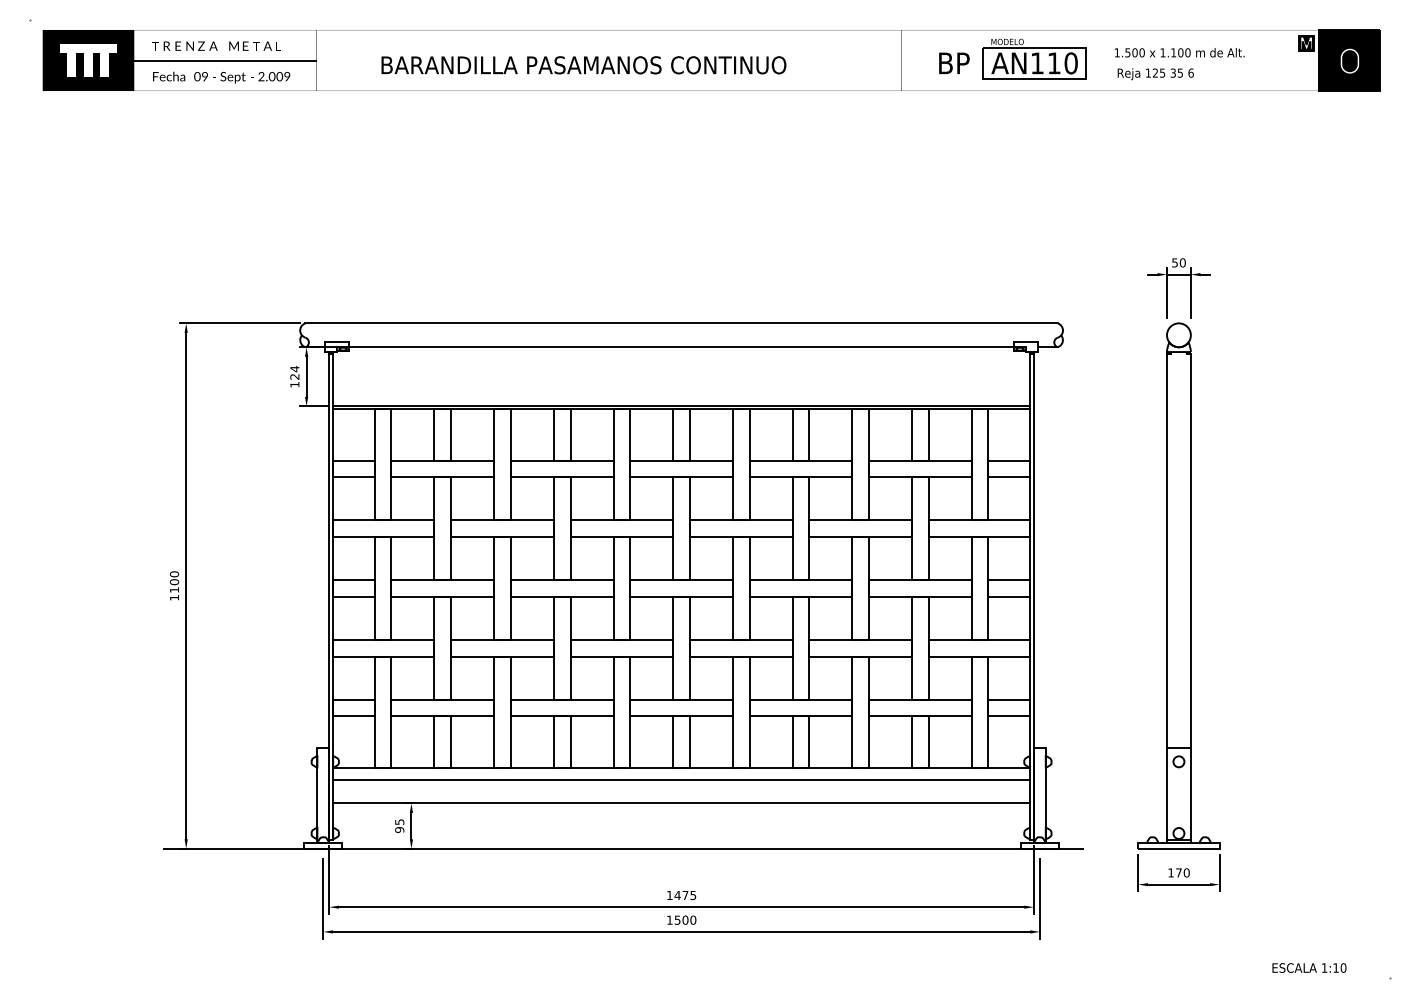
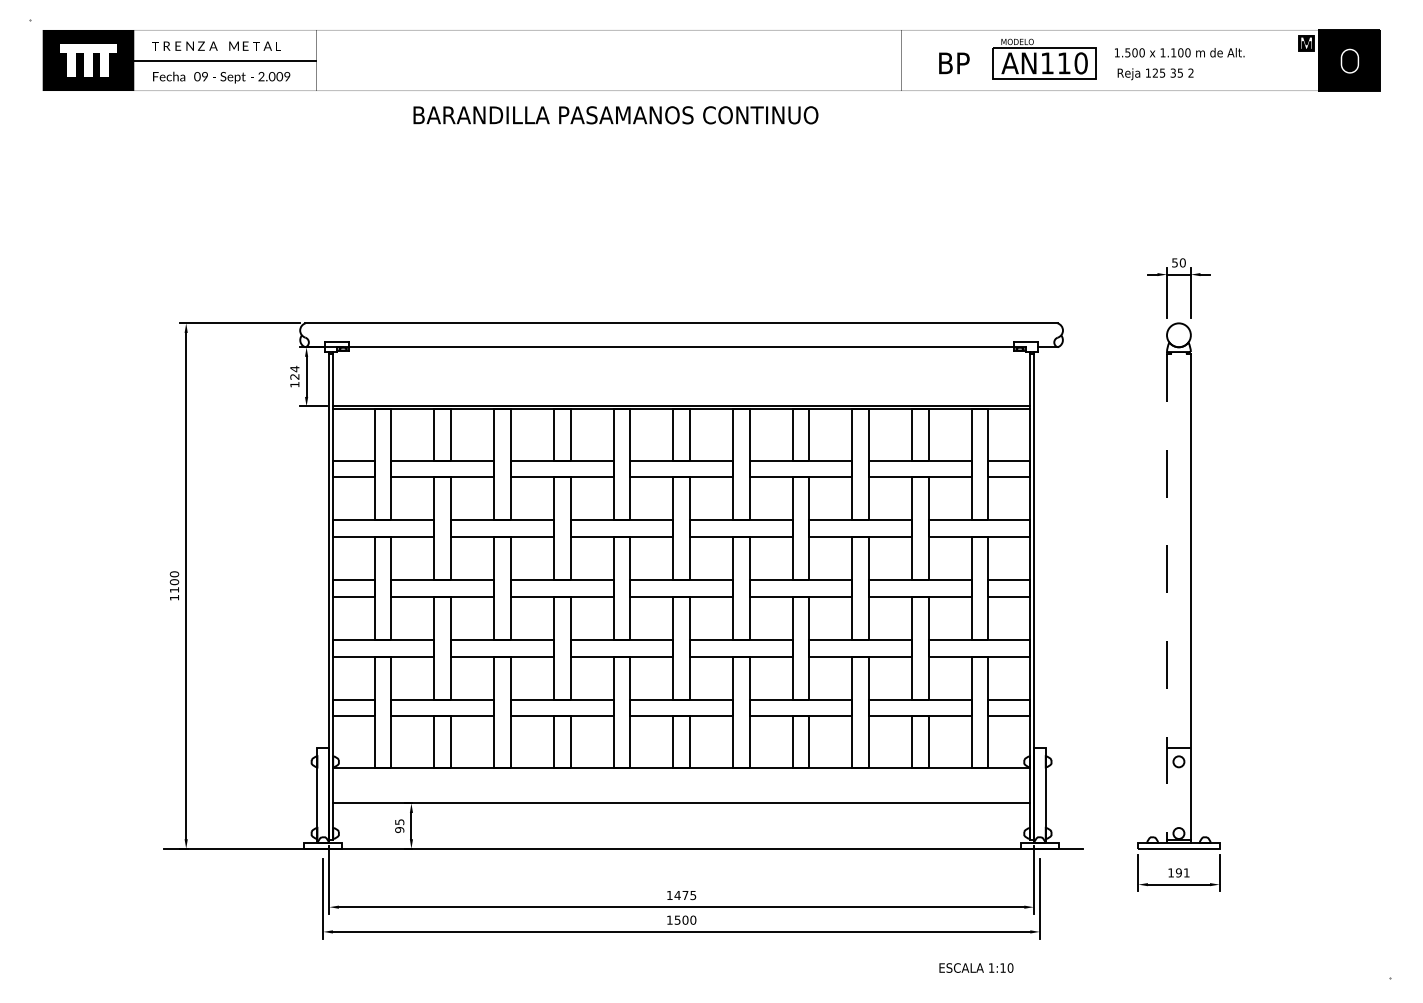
part at (1034, 58) position: (1034, 58) -> (1044, 58)
text at (583, 65) position: (583, 65) -> (615, 115)
text at (1190, 72): 6 -> 2
line at (1167, 599): solid -> dashed
line at (681, 779): present -> none
text at (1182, 872): 170 -> 191
text at (1309, 967) position: (1309, 967) -> (976, 967)
